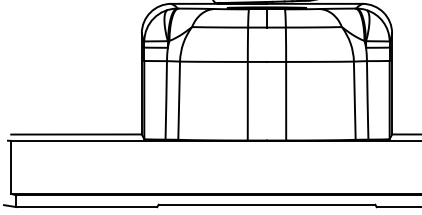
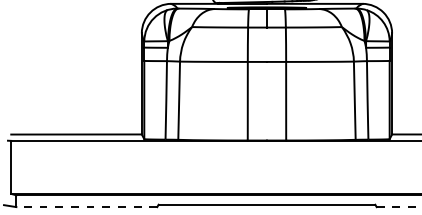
line at (86, 207): solid -> dashed
line at (399, 207): solid -> dashed
